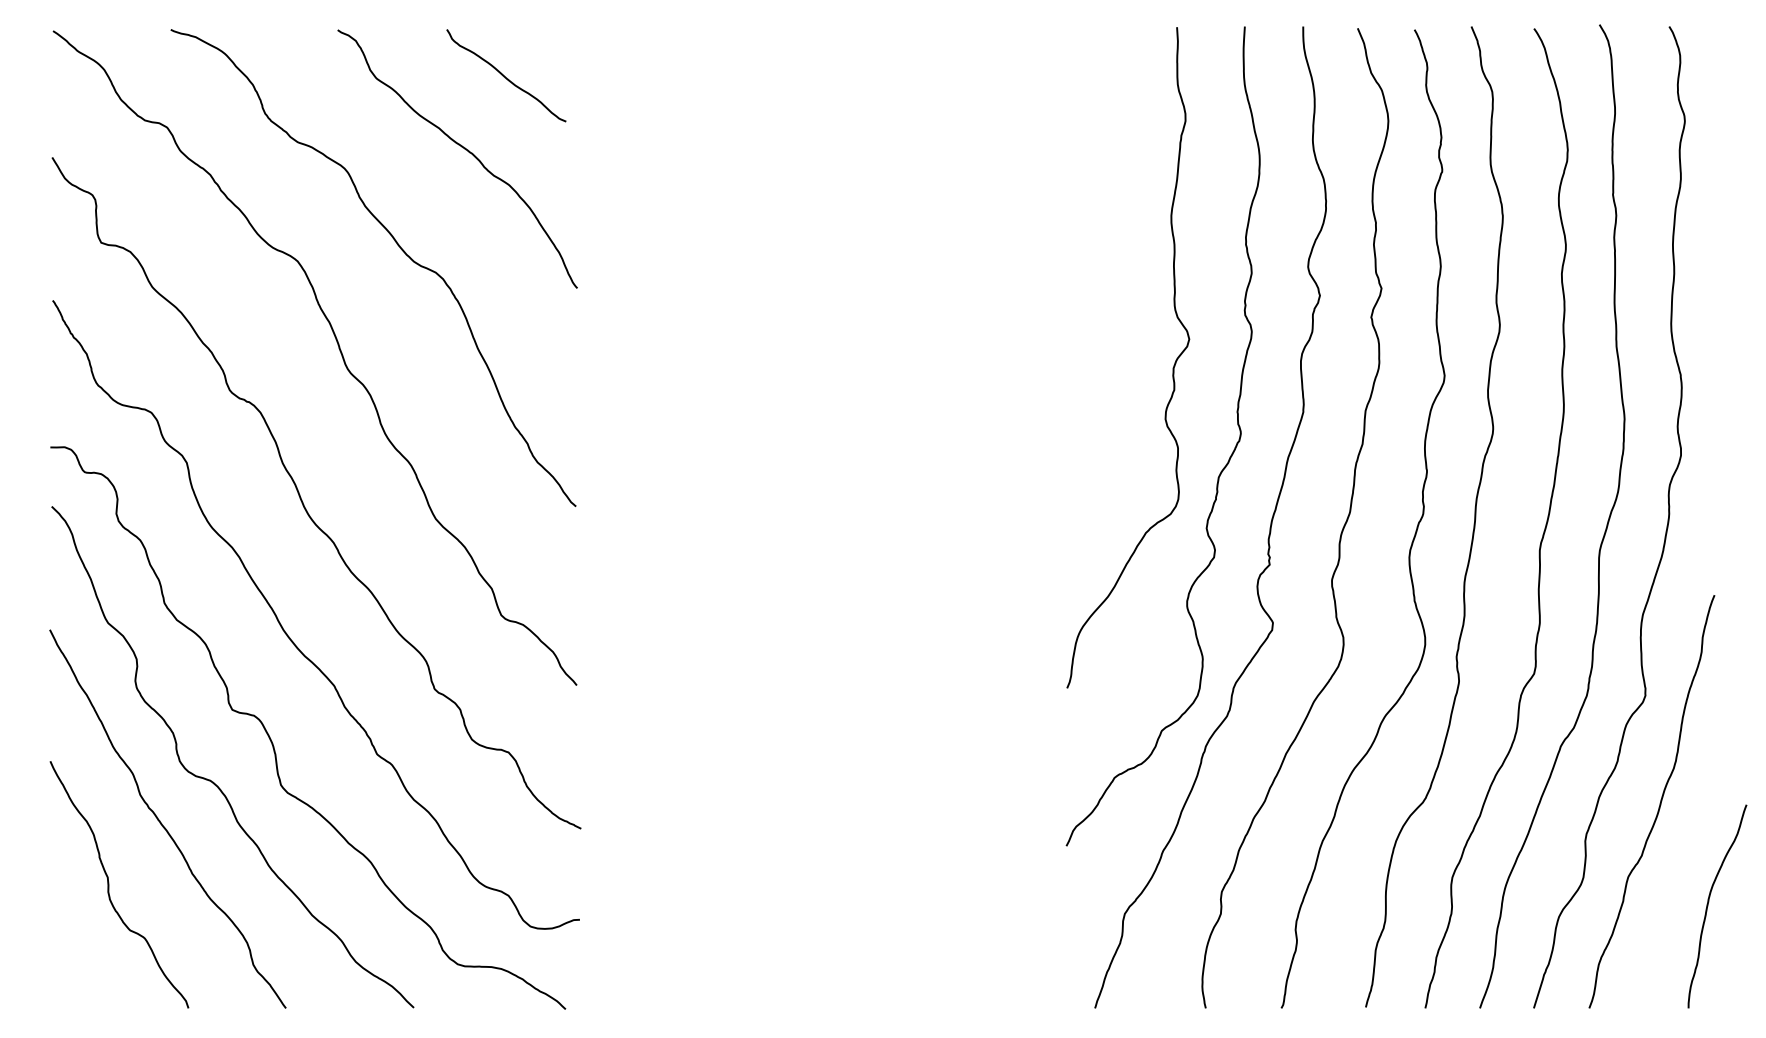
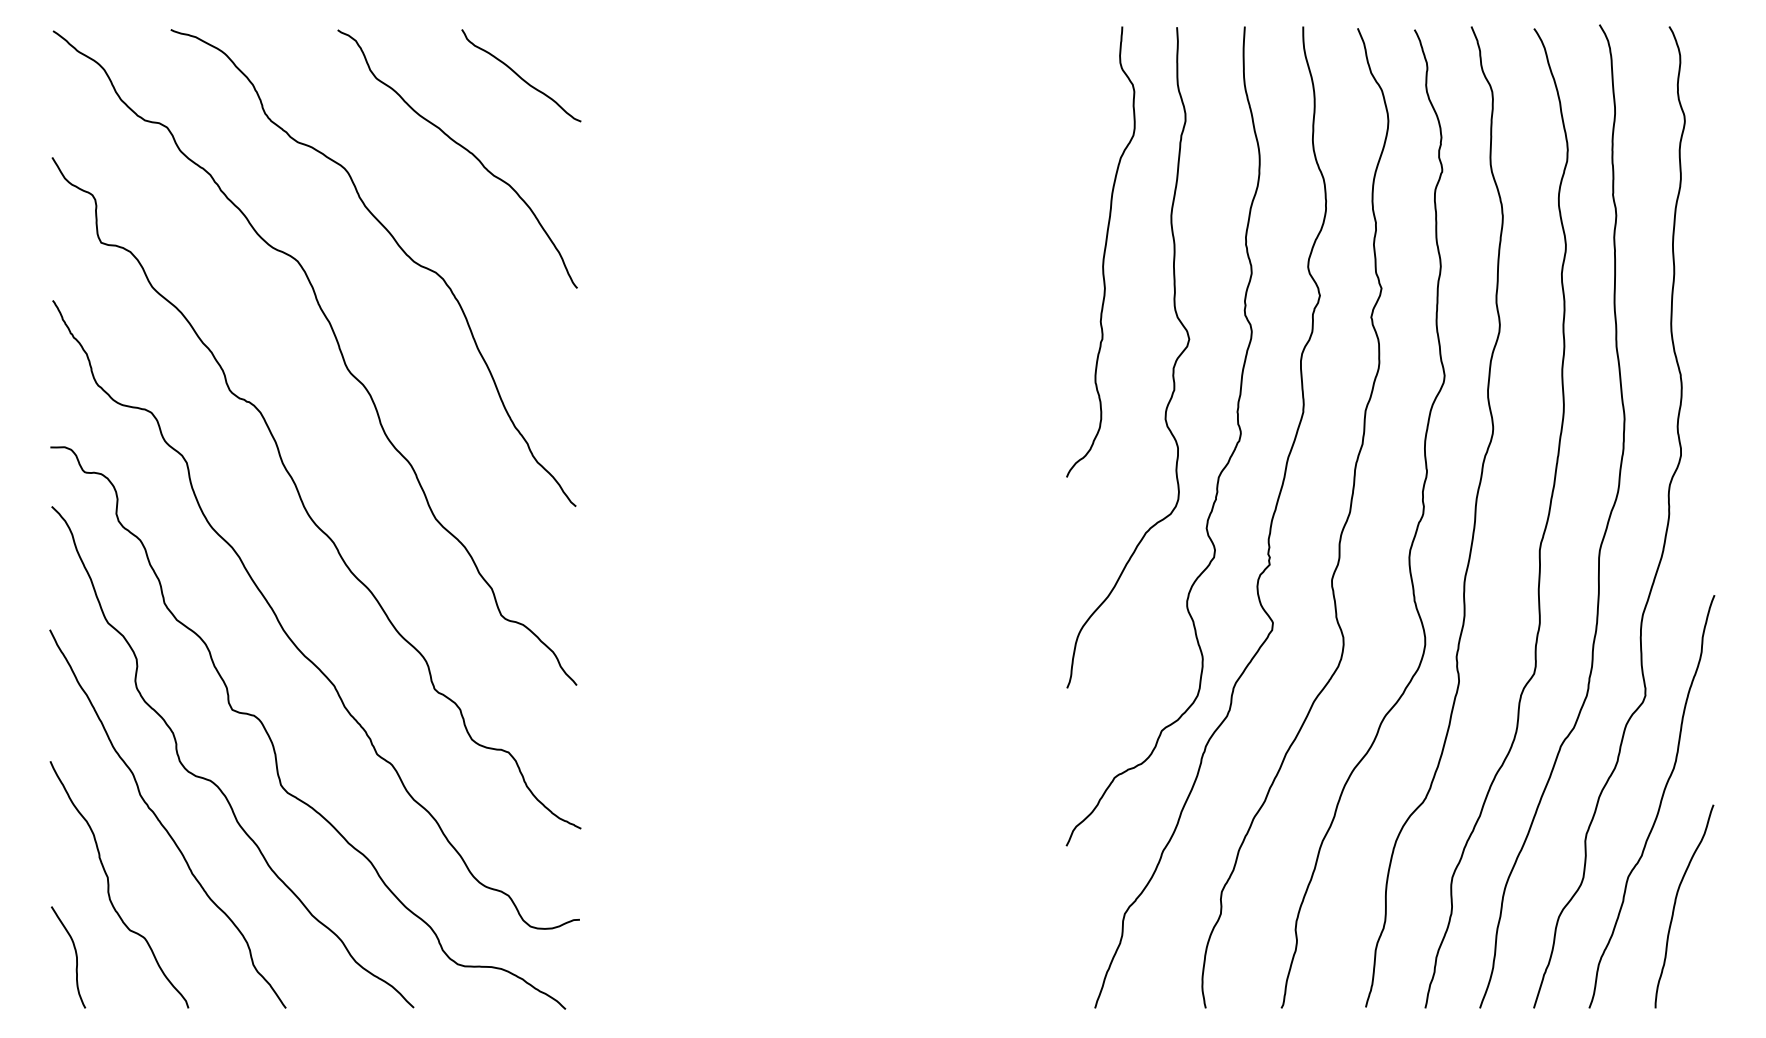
curve at (505, 76) position: (505, 76) -> (520, 76)
curve at (1103, 251): none -> present
curve at (1709, 902) position: (1709, 902) -> (1676, 902)
curve at (75, 956): none -> present
